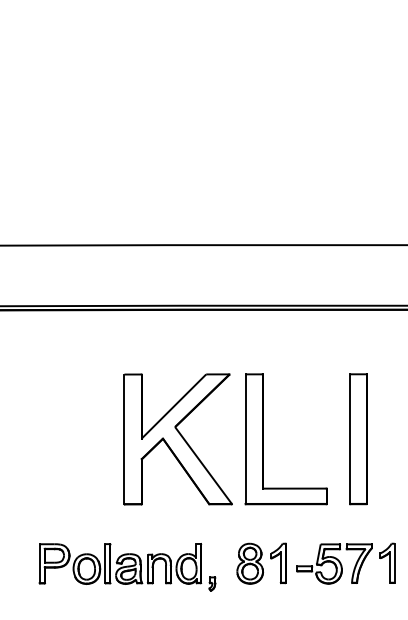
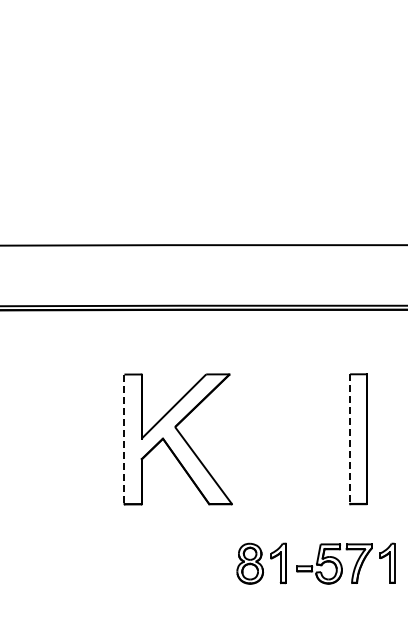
line at (124, 439): solid -> dashed
part at (263, 439): present -> none
line at (350, 439): solid -> dashed
part at (127, 567): present -> none
